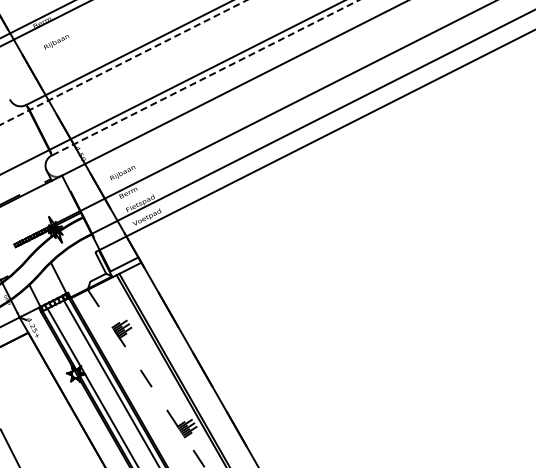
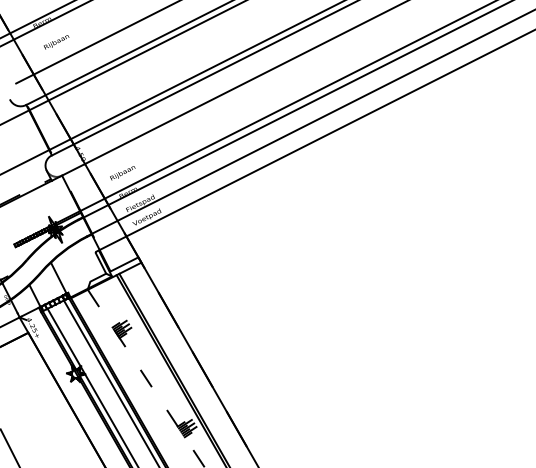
line at (96, 42): none -> present
line at (123, 62): dashed -> solid
line at (205, 77): dashed -> solid
line at (296, 109): none -> present
